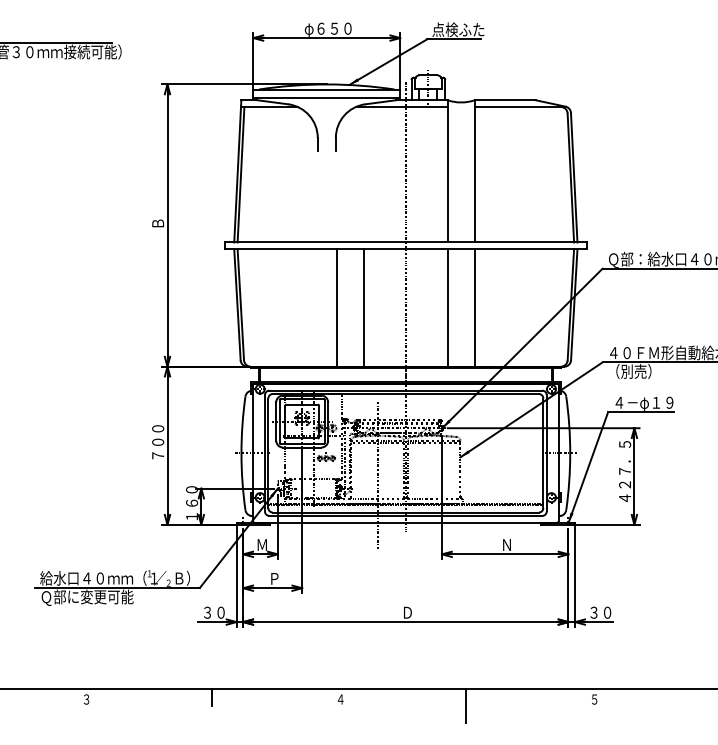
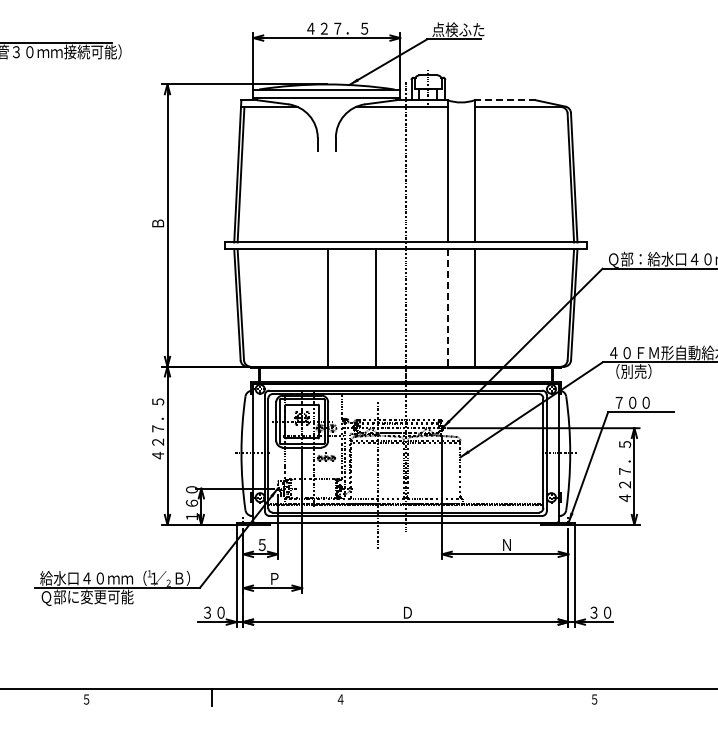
text at (336, 29): φ６５０ -> ４２７．５
line at (504, 100): solid -> dashed
line at (336, 307) position: (336, 307) -> (327, 307)
line at (364, 307) position: (364, 307) -> (376, 307)
line at (447, 307): solid -> dashed
text at (644, 403): ４－φ１９ -> ７００
text at (158, 428): ７００ -> ４２７．５
text at (261, 545): Ｍ -> ５
text at (86, 698): ３ -> ５
line at (466, 705): present -> none
